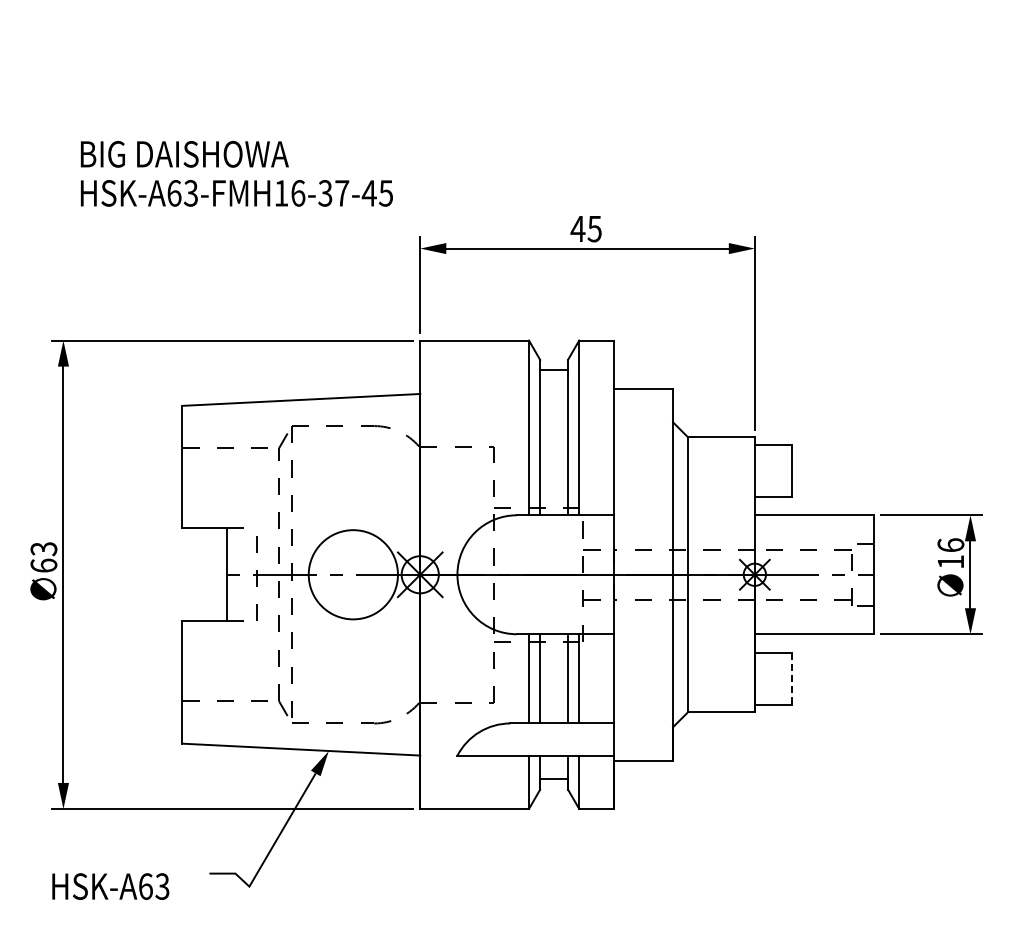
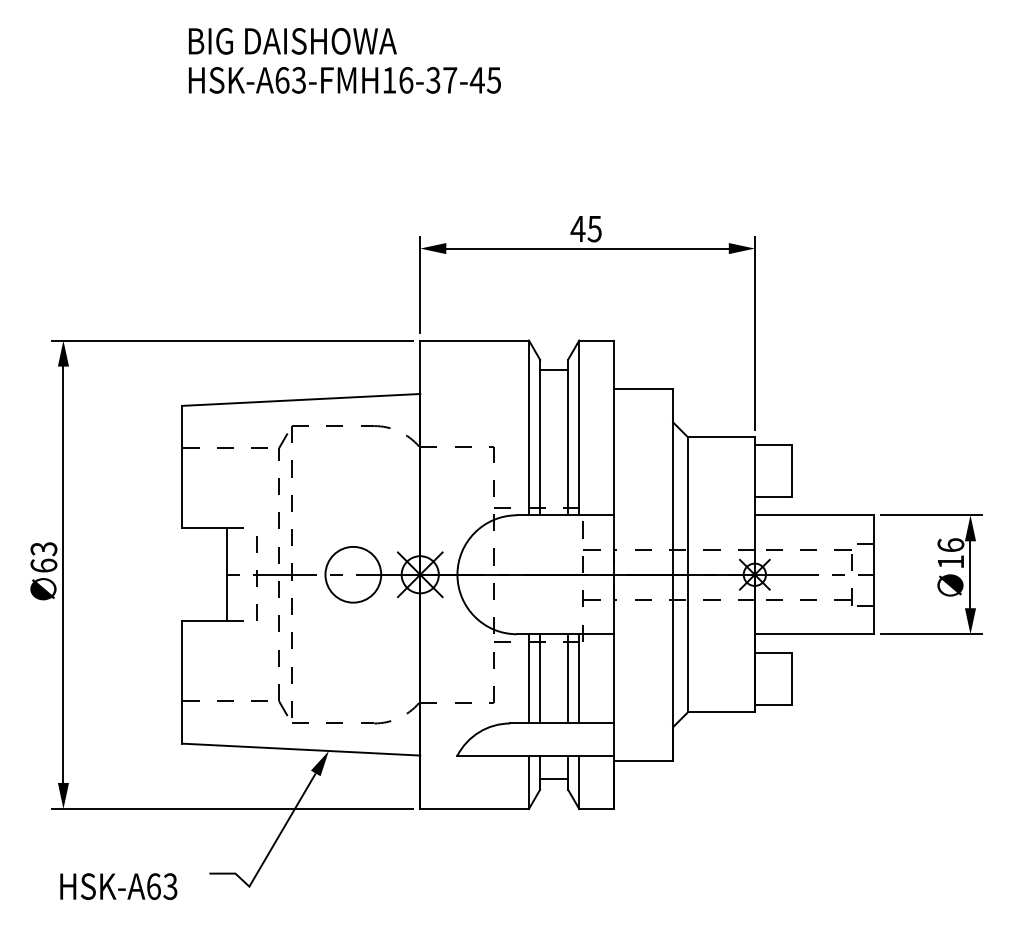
text at (236, 173) position: (236, 173) -> (344, 60)
circle at (352, 574) diameter: 89 px -> 56 px
line at (792, 679): dashed -> solid
text at (110, 886) position: (110, 886) -> (118, 886)
